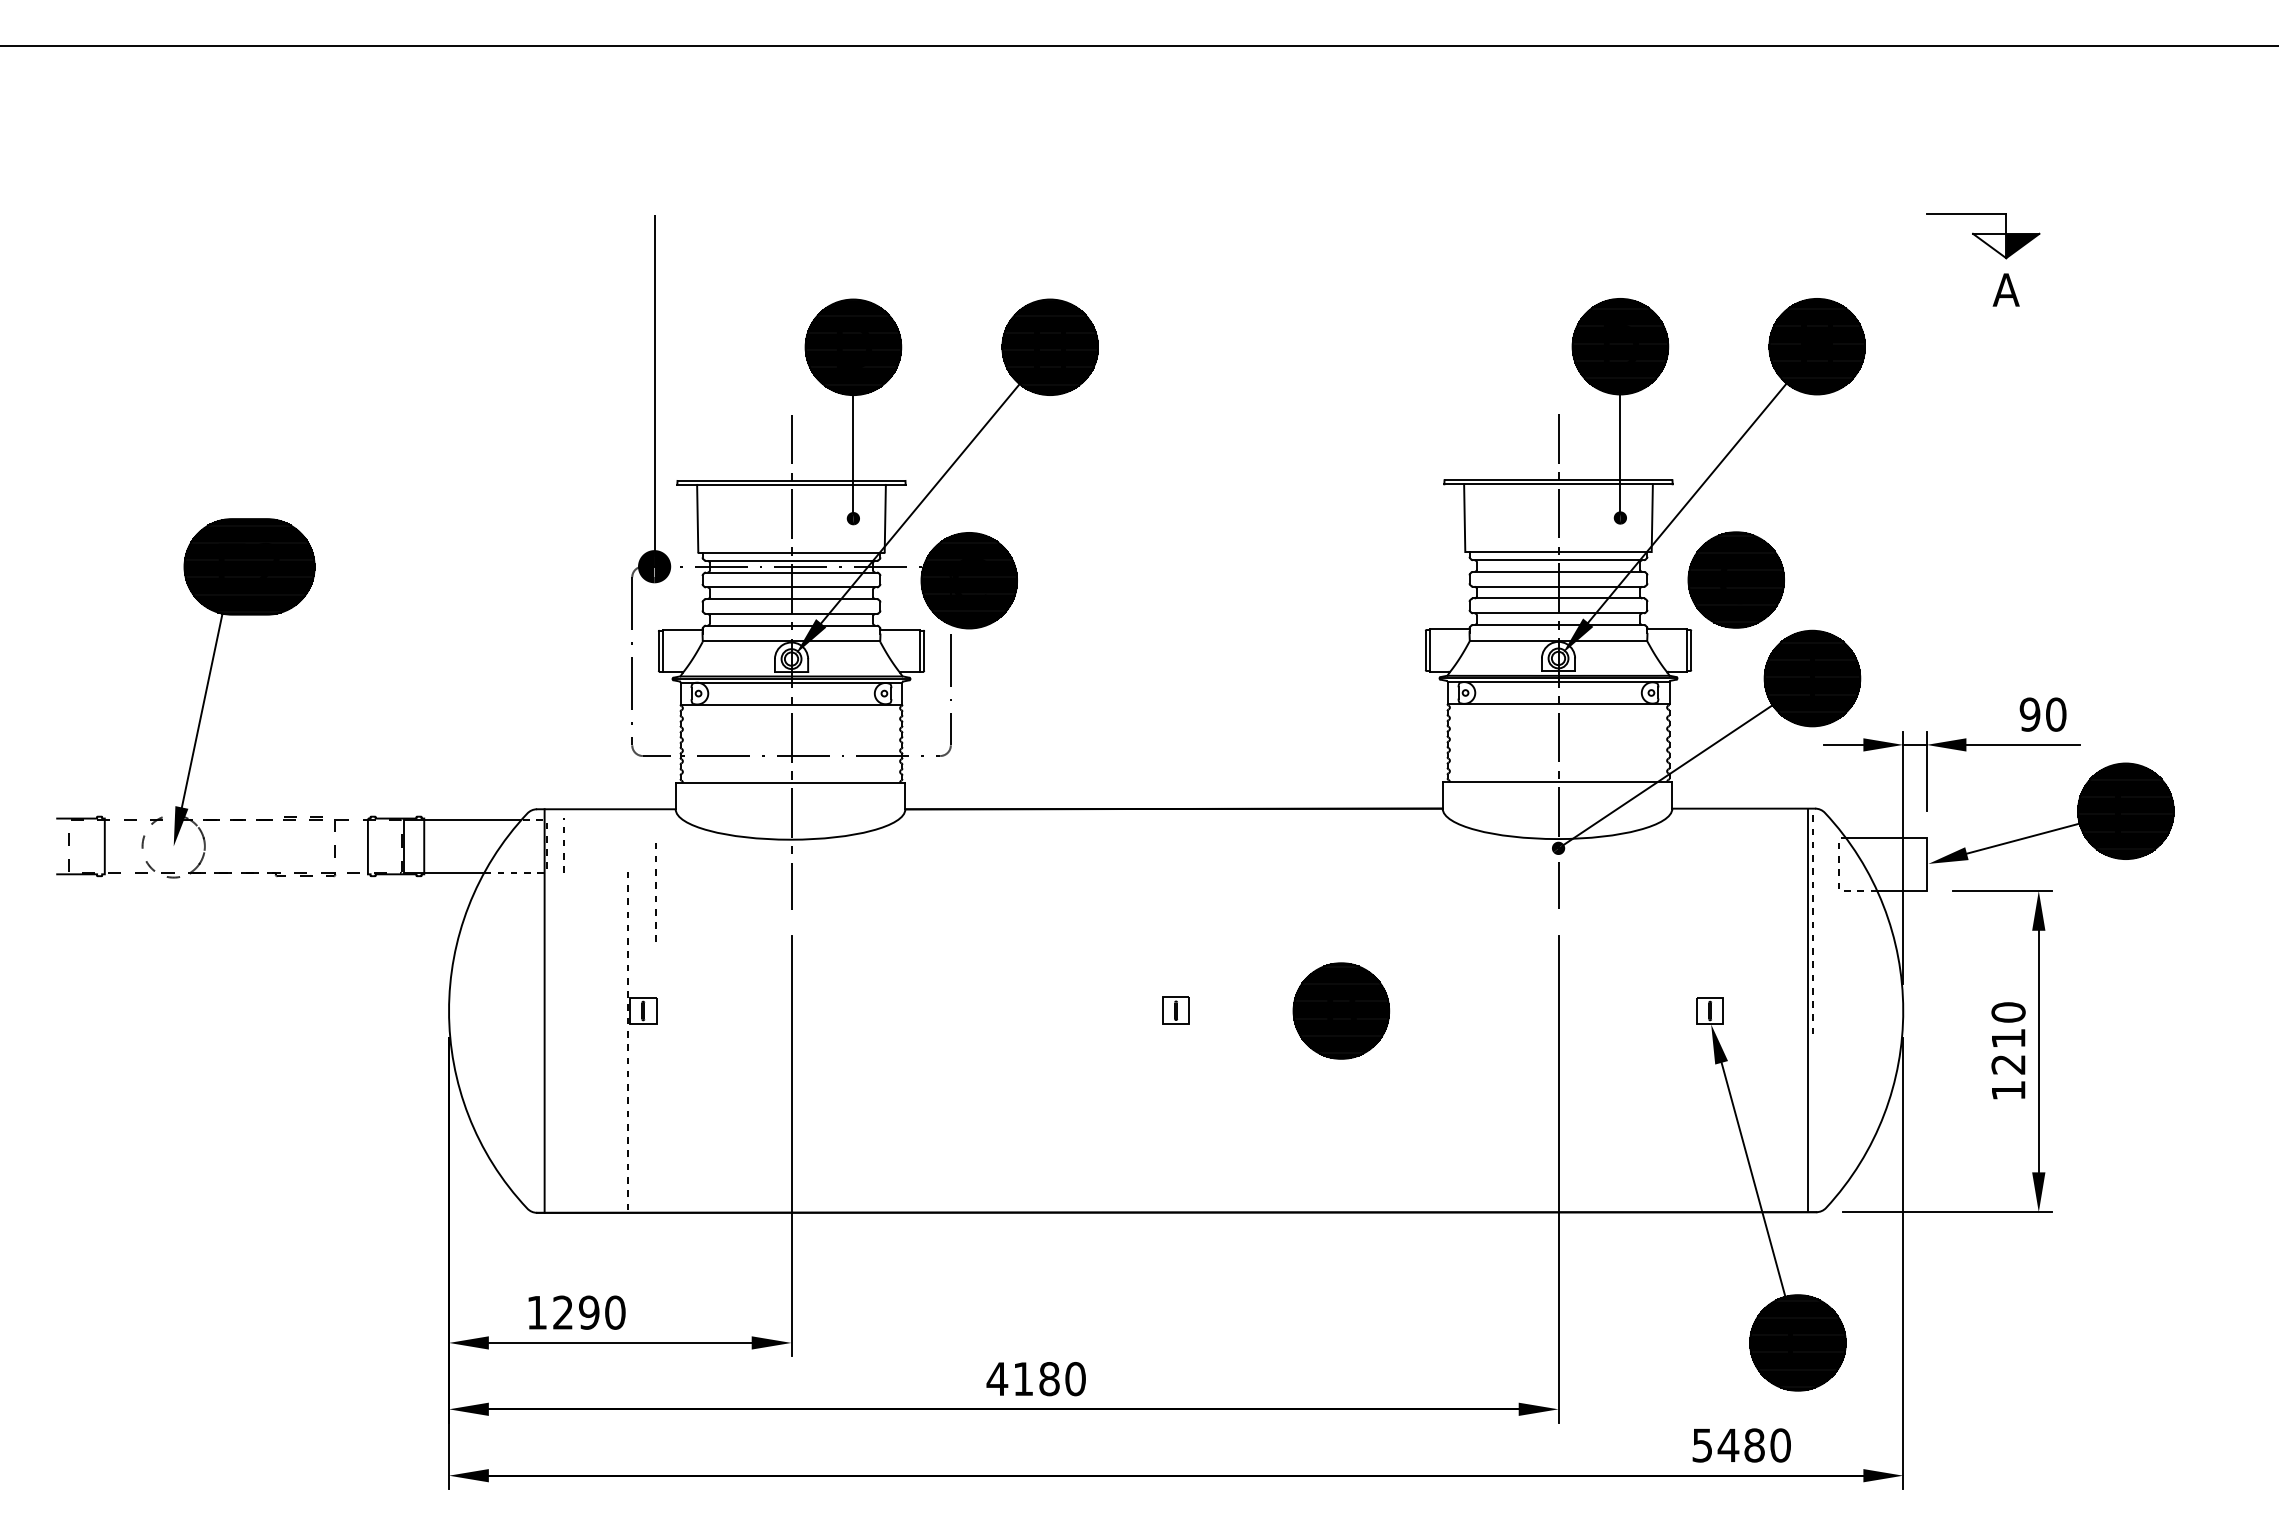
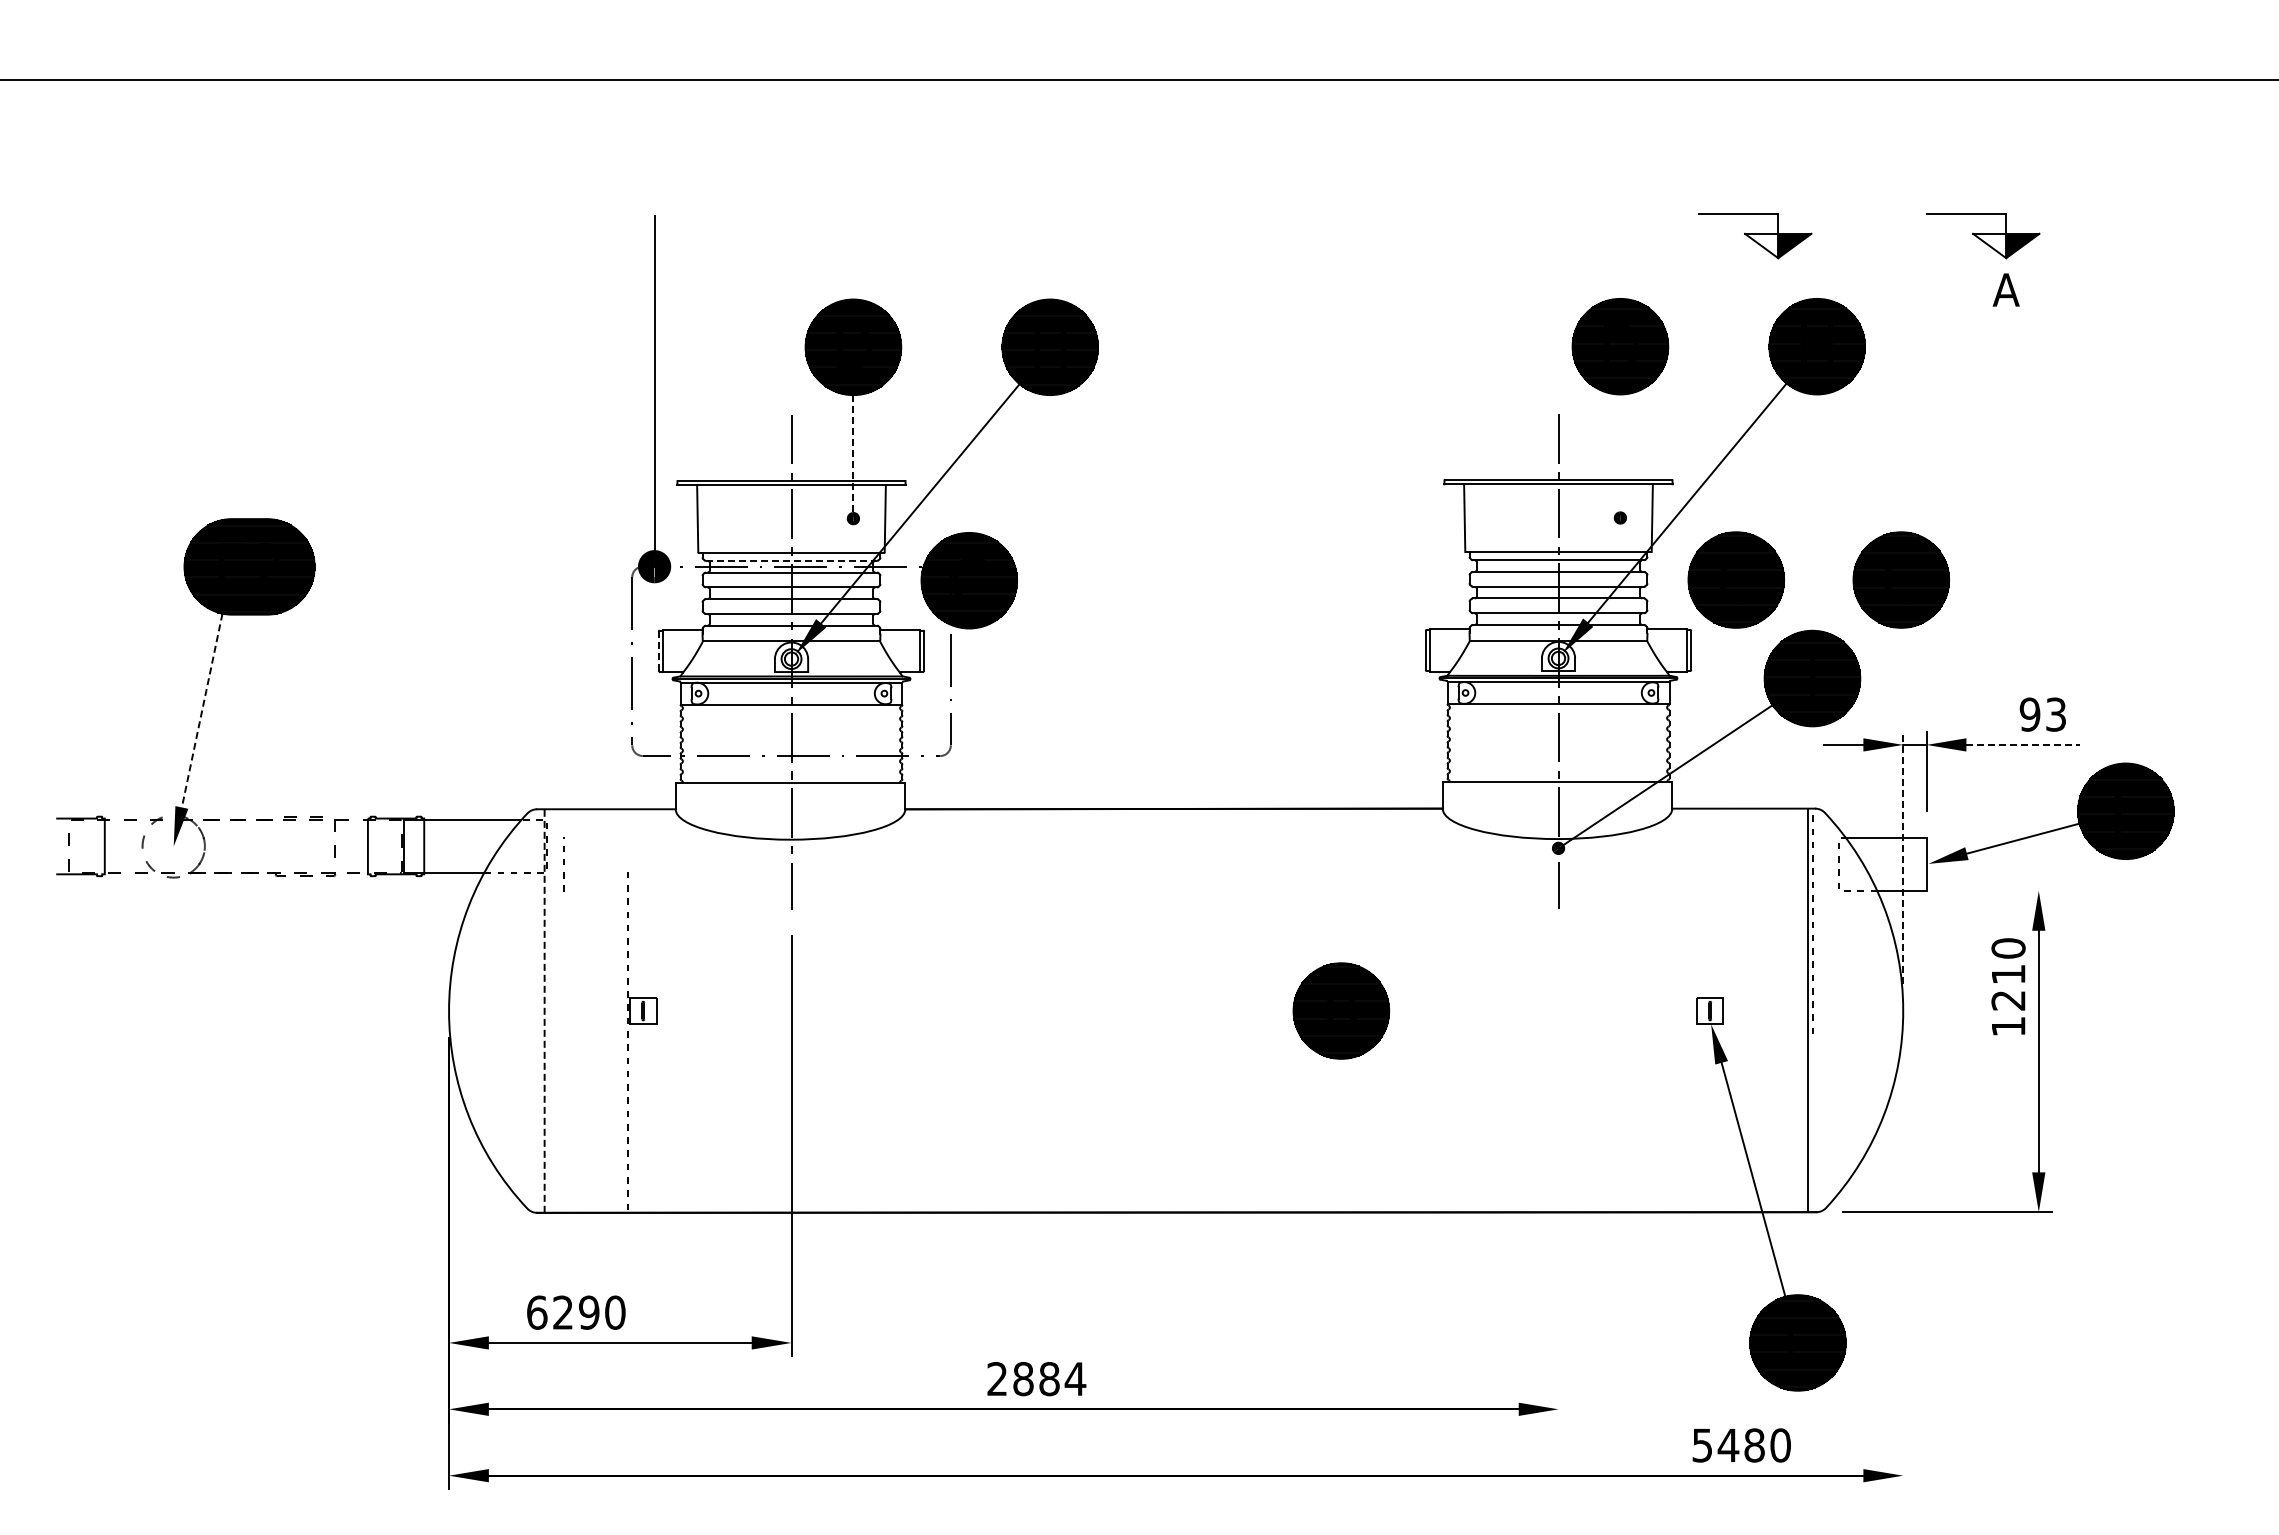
line at (1138, 46) position: (1138, 46) -> (1138, 80)
part at (1755, 236): none -> present
line at (1620, 453): present -> none
line at (853, 454): solid -> dashed
line at (792, 560): solid -> dashed
part at (1900, 579): none -> present
line at (658, 651): solid -> dashed
line at (202, 711): solid -> dashed
text at (2056, 714): 90 -> 93
line at (2023, 744): solid -> dashed
line at (563, 845) position: (563, 845) -> (563, 864)
line at (1903, 857): solid -> dashed
line at (655, 888): present -> none
line at (2002, 890): present -> none
part at (1175, 1010): present -> none
line at (544, 1011): solid -> dashed
text at (2008, 1050) position: (2008, 1050) -> (2008, 986)
line at (1558, 1178): present -> none
line at (1903, 1262): present -> none
text at (537, 1312): 1290 -> 6290
text at (1036, 1379): 4180 -> 2884
